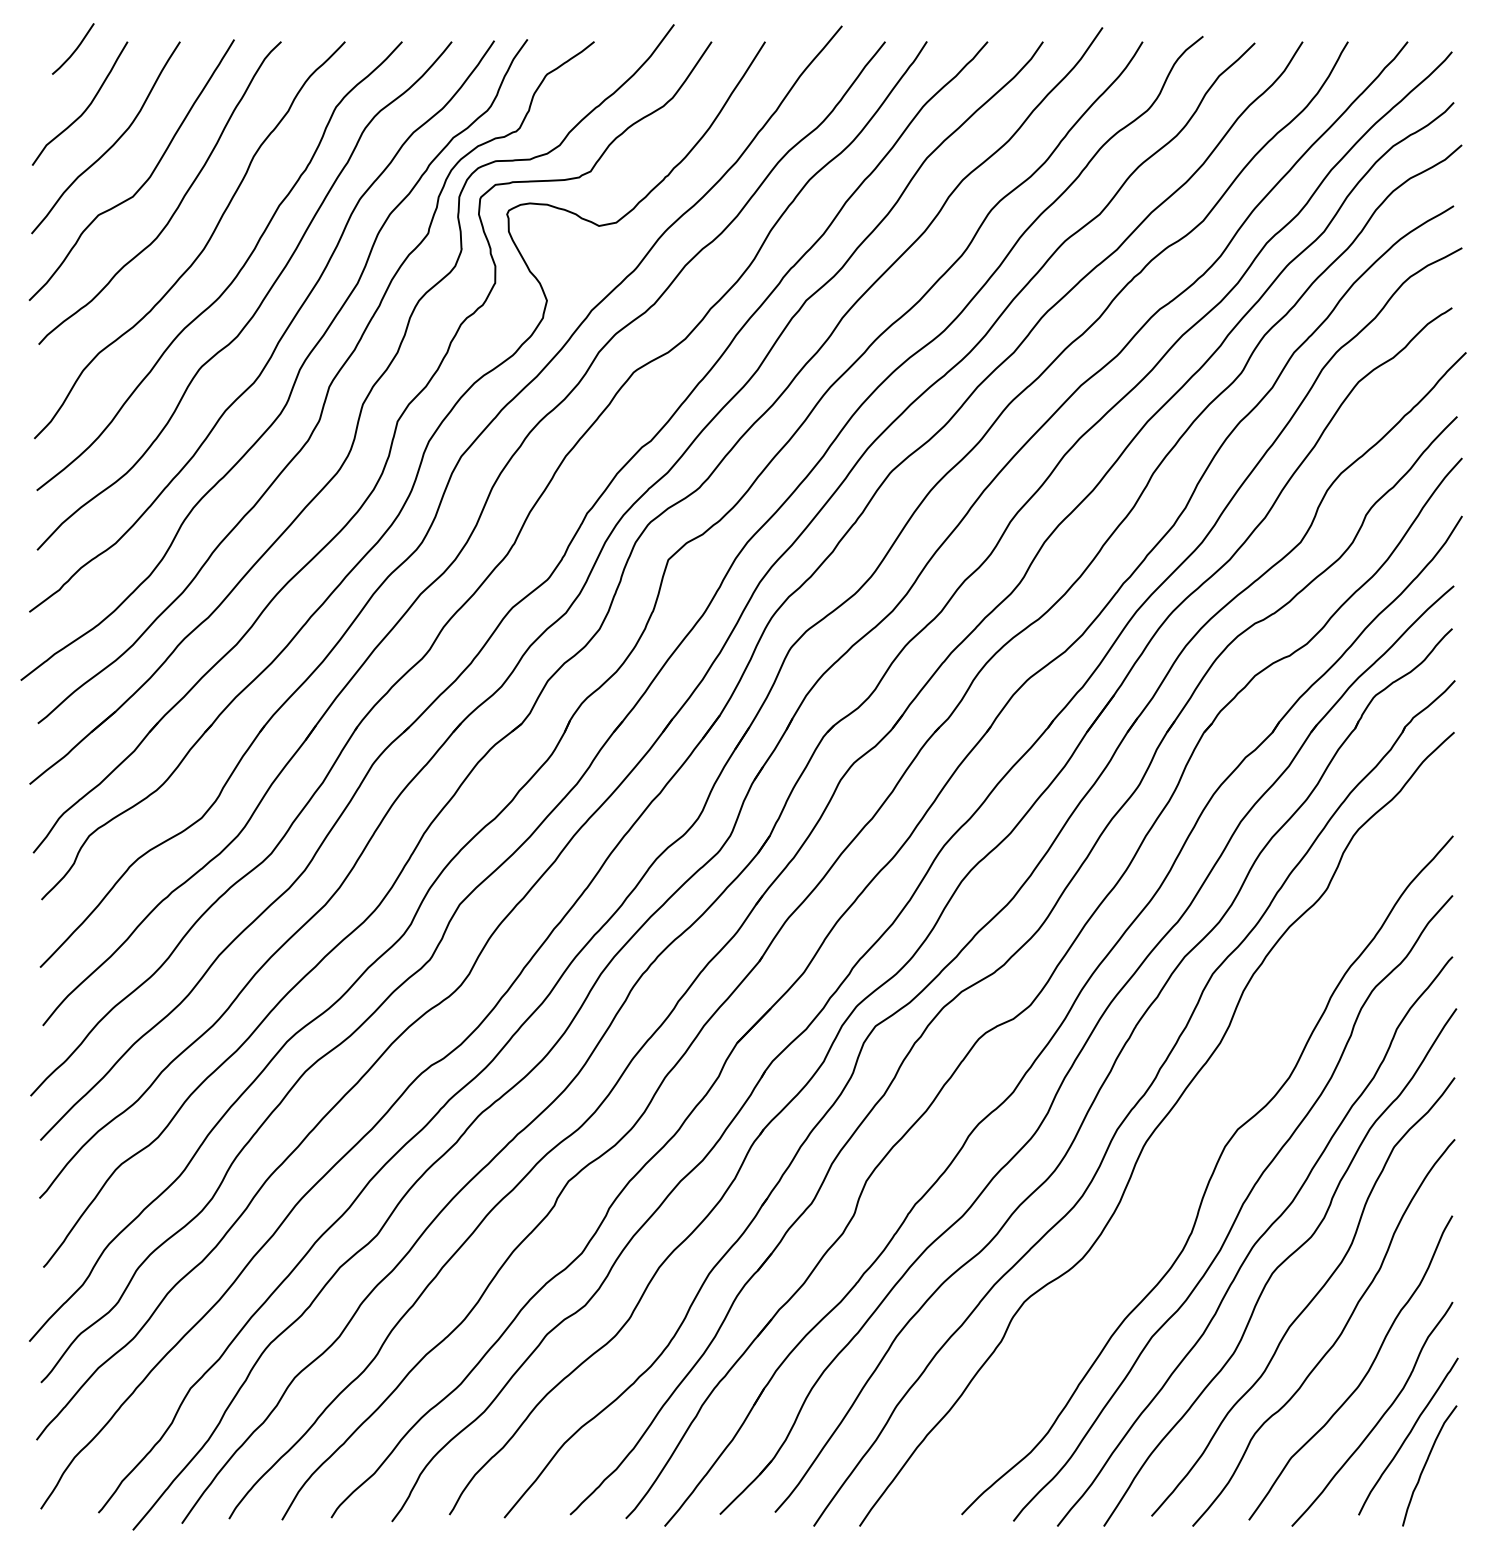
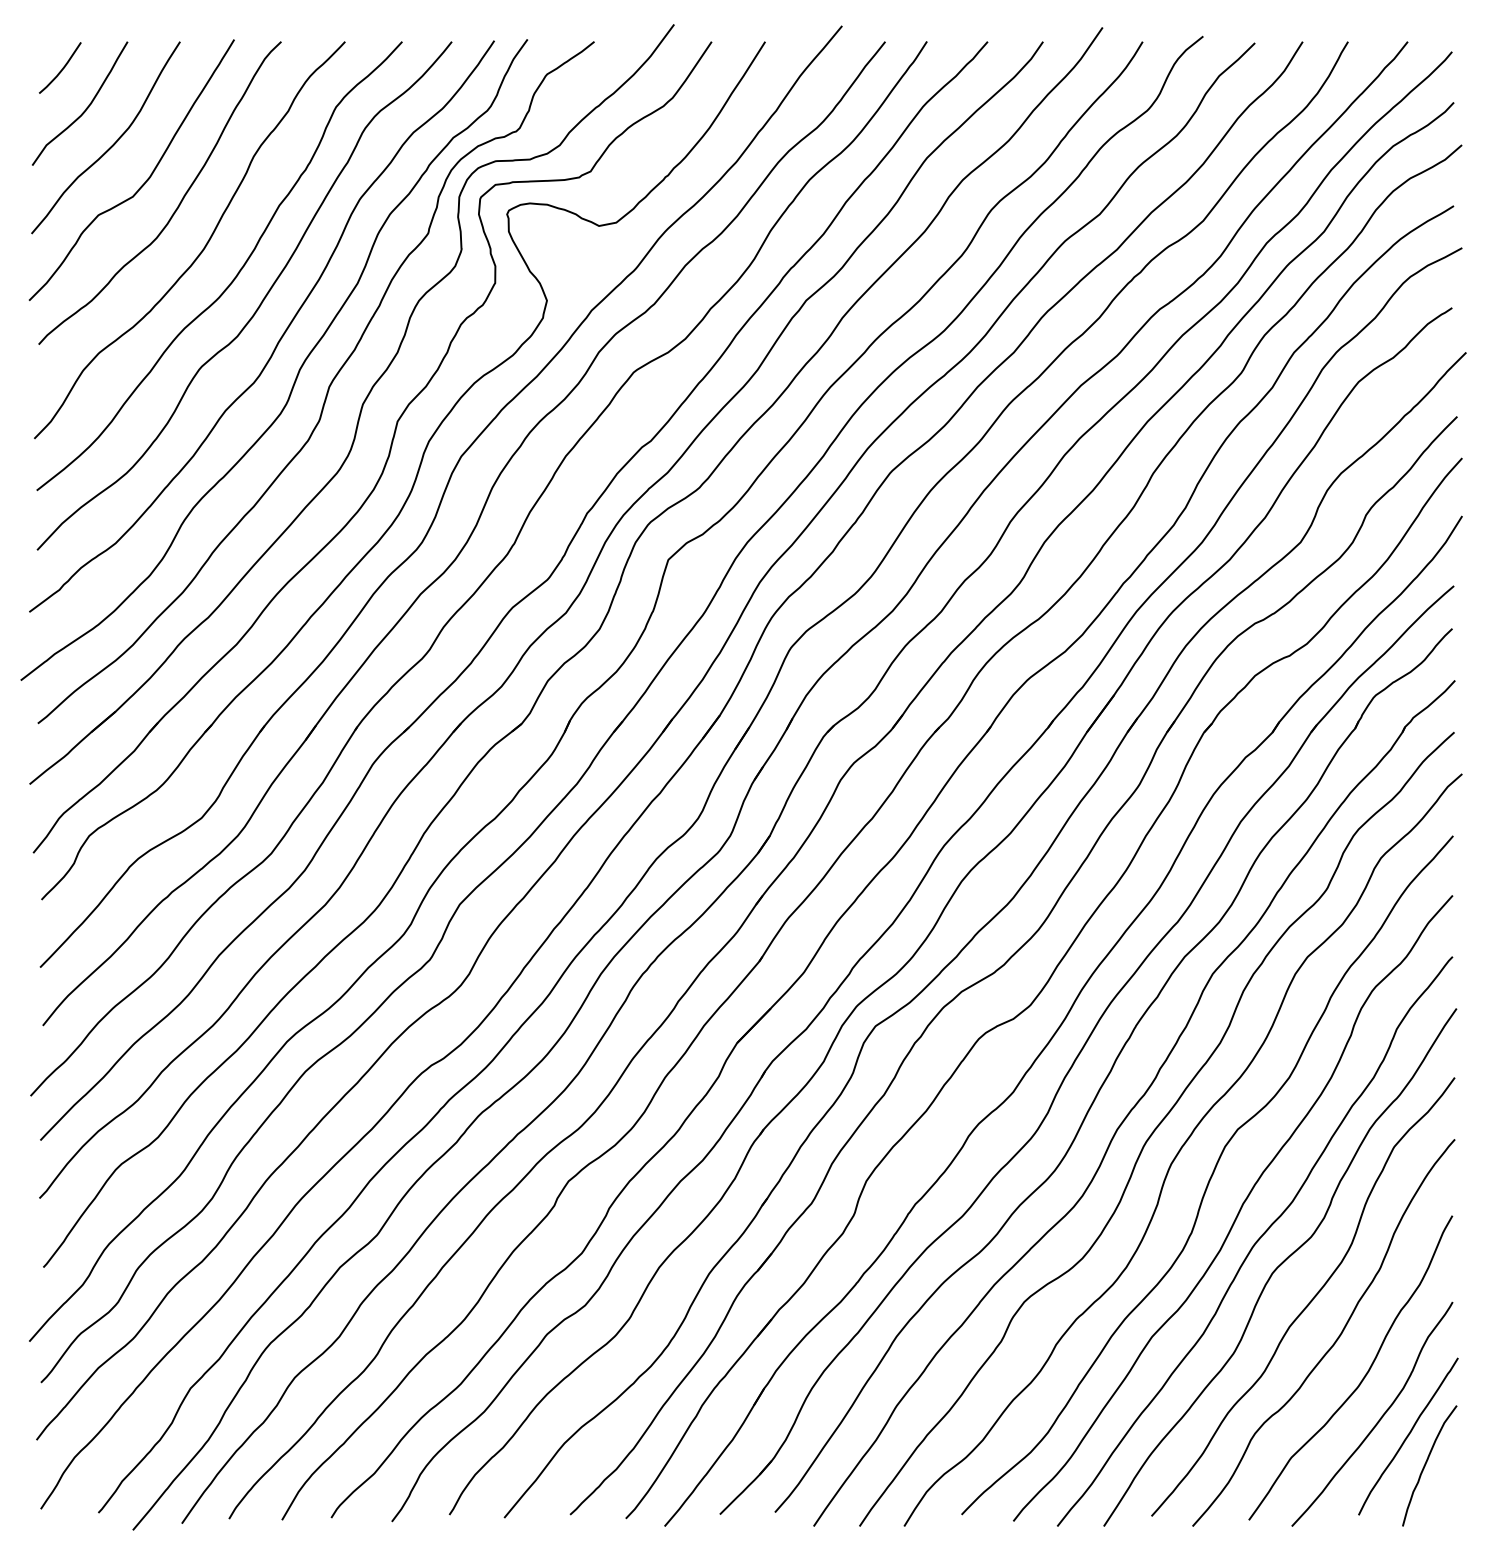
curve at (75, 48) position: (75, 48) -> (62, 67)
curve at (1182, 1148): none -> present
